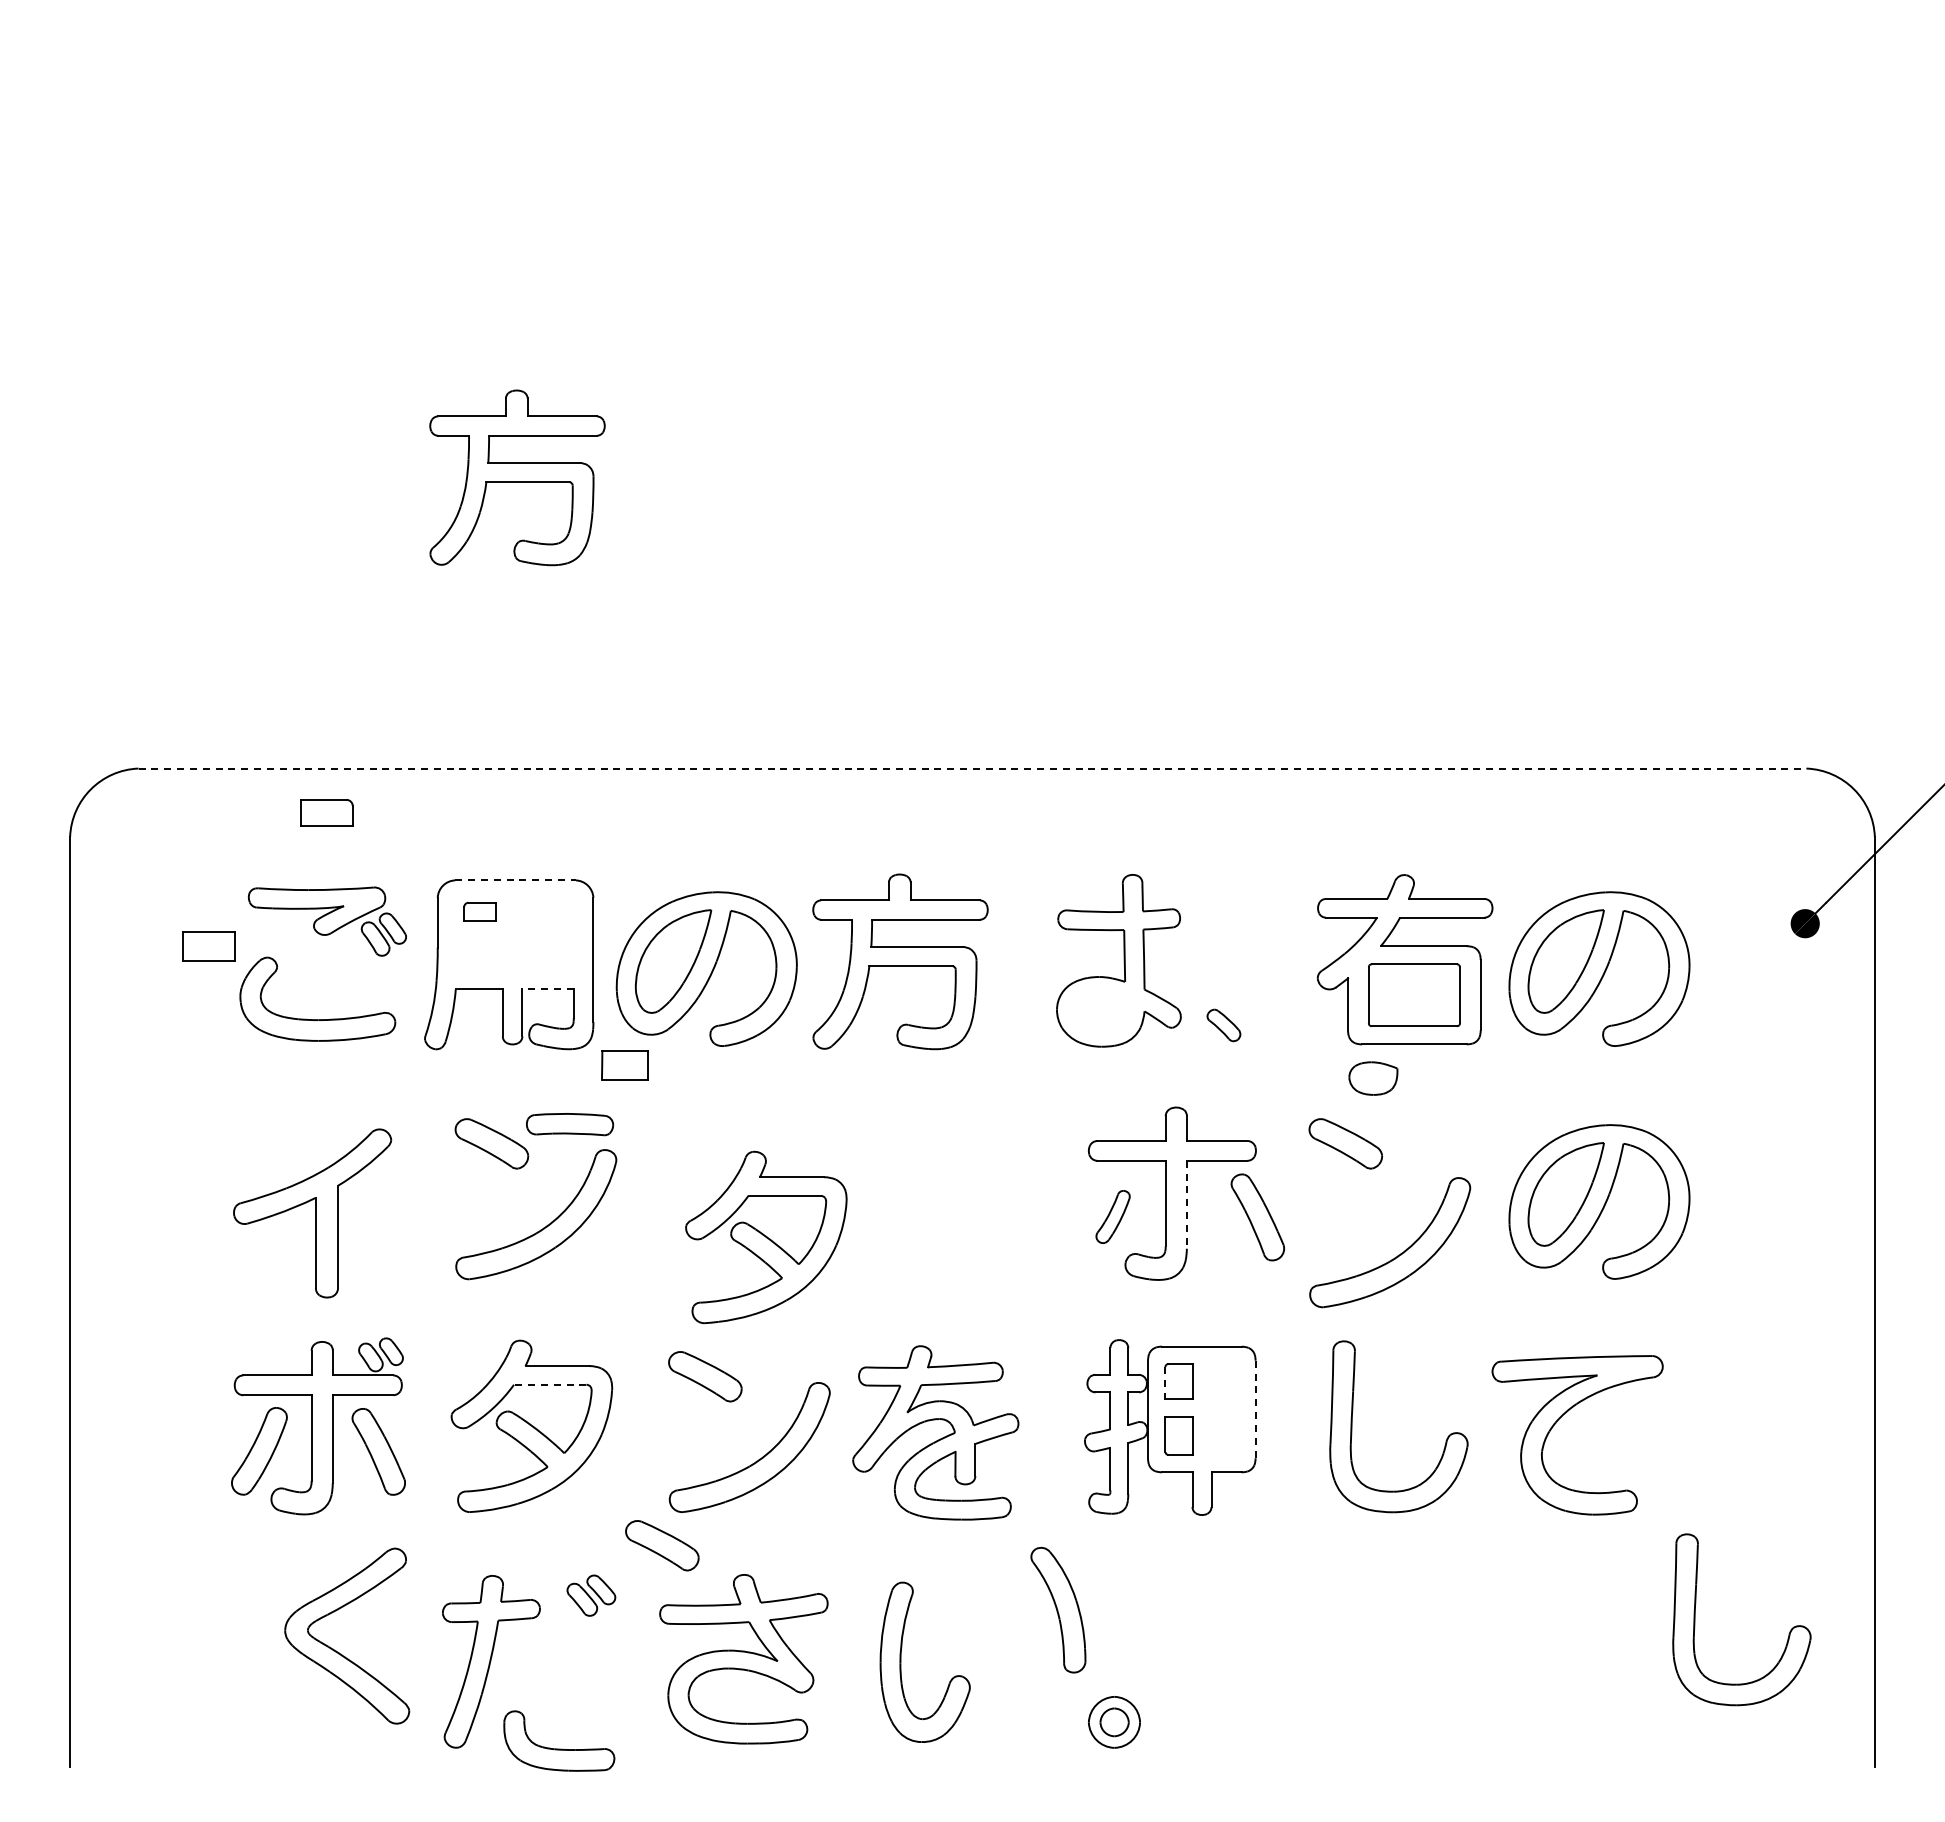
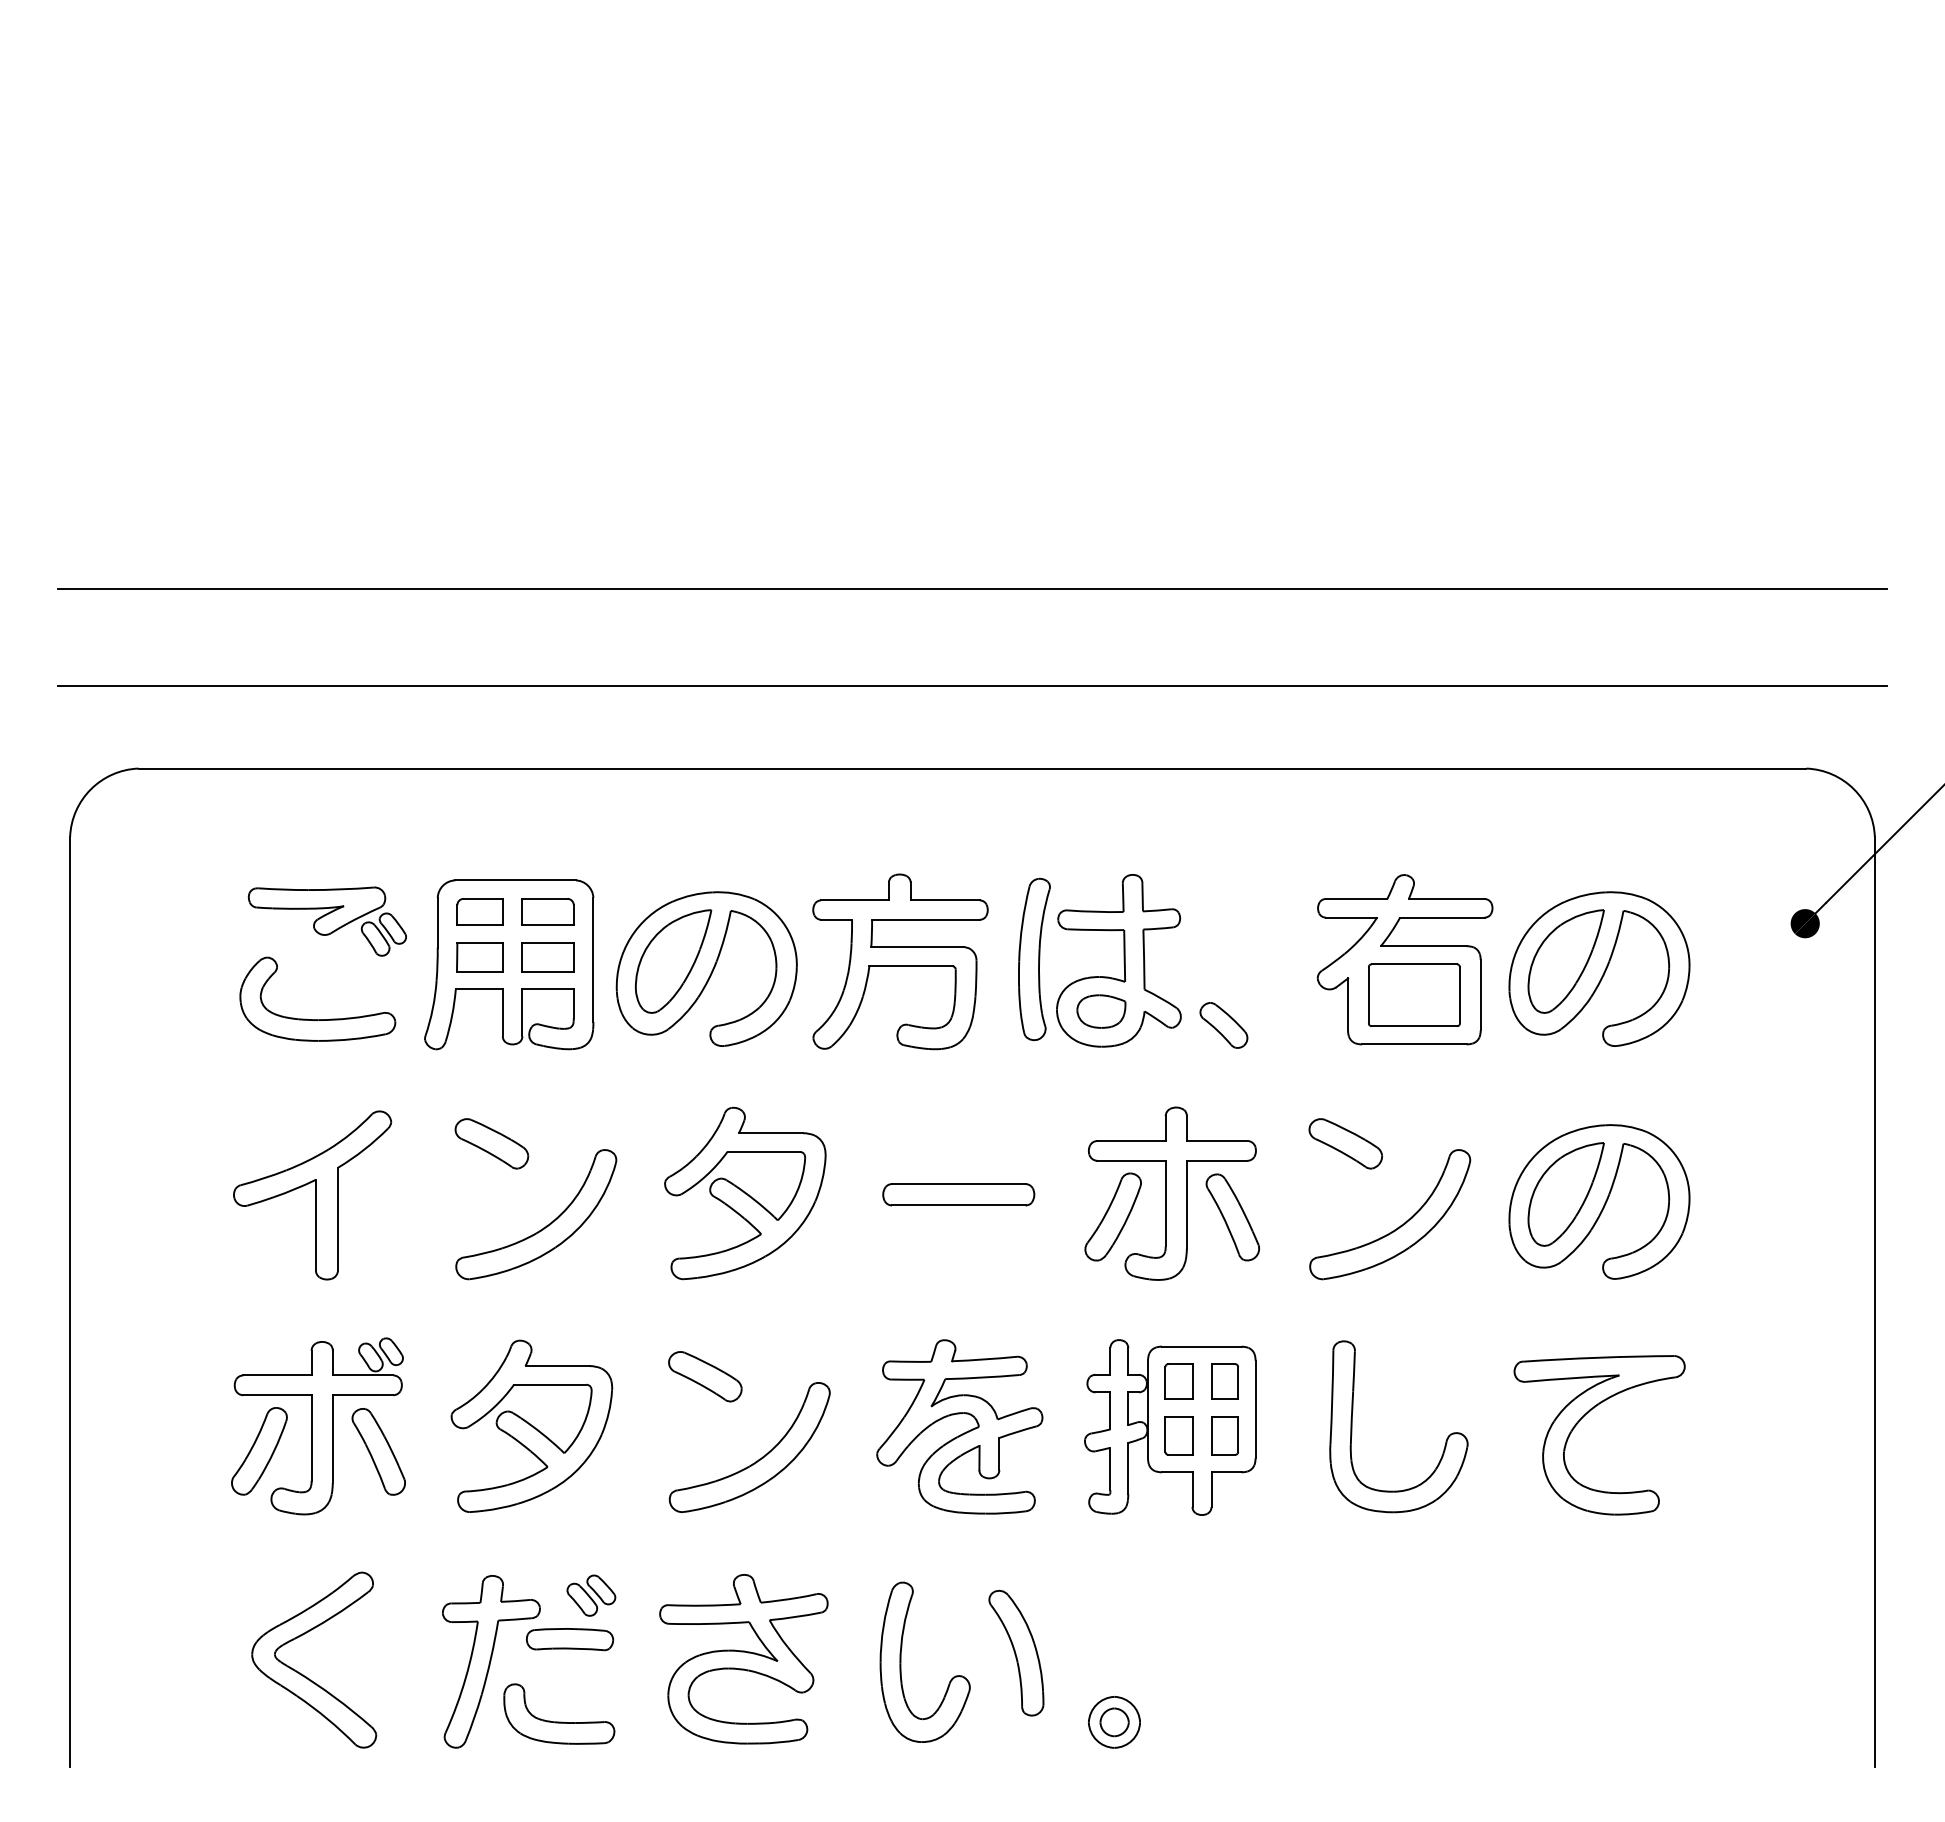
part at (517, 477): present -> none
line at (972, 588): none -> present
line at (972, 685): none -> present
line at (972, 768): dashed -> solid
part at (326, 812) position: (326, 812) -> (547, 911)
line at (516, 880): dashed -> solid
part at (479, 911) size: 34x20 px -> 48x28 px
part at (208, 946) position: (208, 946) -> (547, 957)
part at (1034, 959): none -> present
line at (548, 989): dashed -> solid
part at (1223, 1025) size: 36x35 px -> 50x47 px
part at (624, 1065) position: (624, 1065) -> (479, 957)
part at (1373, 1078) position: (1373, 1078) -> (1101, 1011)
part at (570, 1124) position: (570, 1124) -> (570, 1639)
part at (958, 1194): none -> present
line at (1186, 1204): dashed -> solid
part at (312, 1213) position: (312, 1213) -> (312, 1195)
part at (1112, 1216) size: 36x54 px -> 58x90 px
part at (1257, 1217) position: (1257, 1217) -> (1232, 1217)
part at (766, 1237) position: (766, 1237) -> (745, 1193)
part at (1398, 1254) position: (1398, 1254) -> (1398, 1226)
part at (1224, 1381): none -> present
line at (1165, 1382): dashed -> solid
line at (549, 1384): dashed -> solid
line at (1255, 1409): dashed -> solid
part at (1557, 1422) position: (1557, 1422) -> (1579, 1422)
part at (1224, 1435): none -> present
part at (938, 1439) position: (938, 1439) -> (962, 1433)
part at (662, 1545): present -> none
part at (1058, 1609) position: (1058, 1609) -> (1016, 1652)
part at (1695, 1619): present -> none
part at (336, 1650) position: (336, 1650) -> (303, 1674)
part at (559, 1748) position: (559, 1748) -> (559, 1721)
